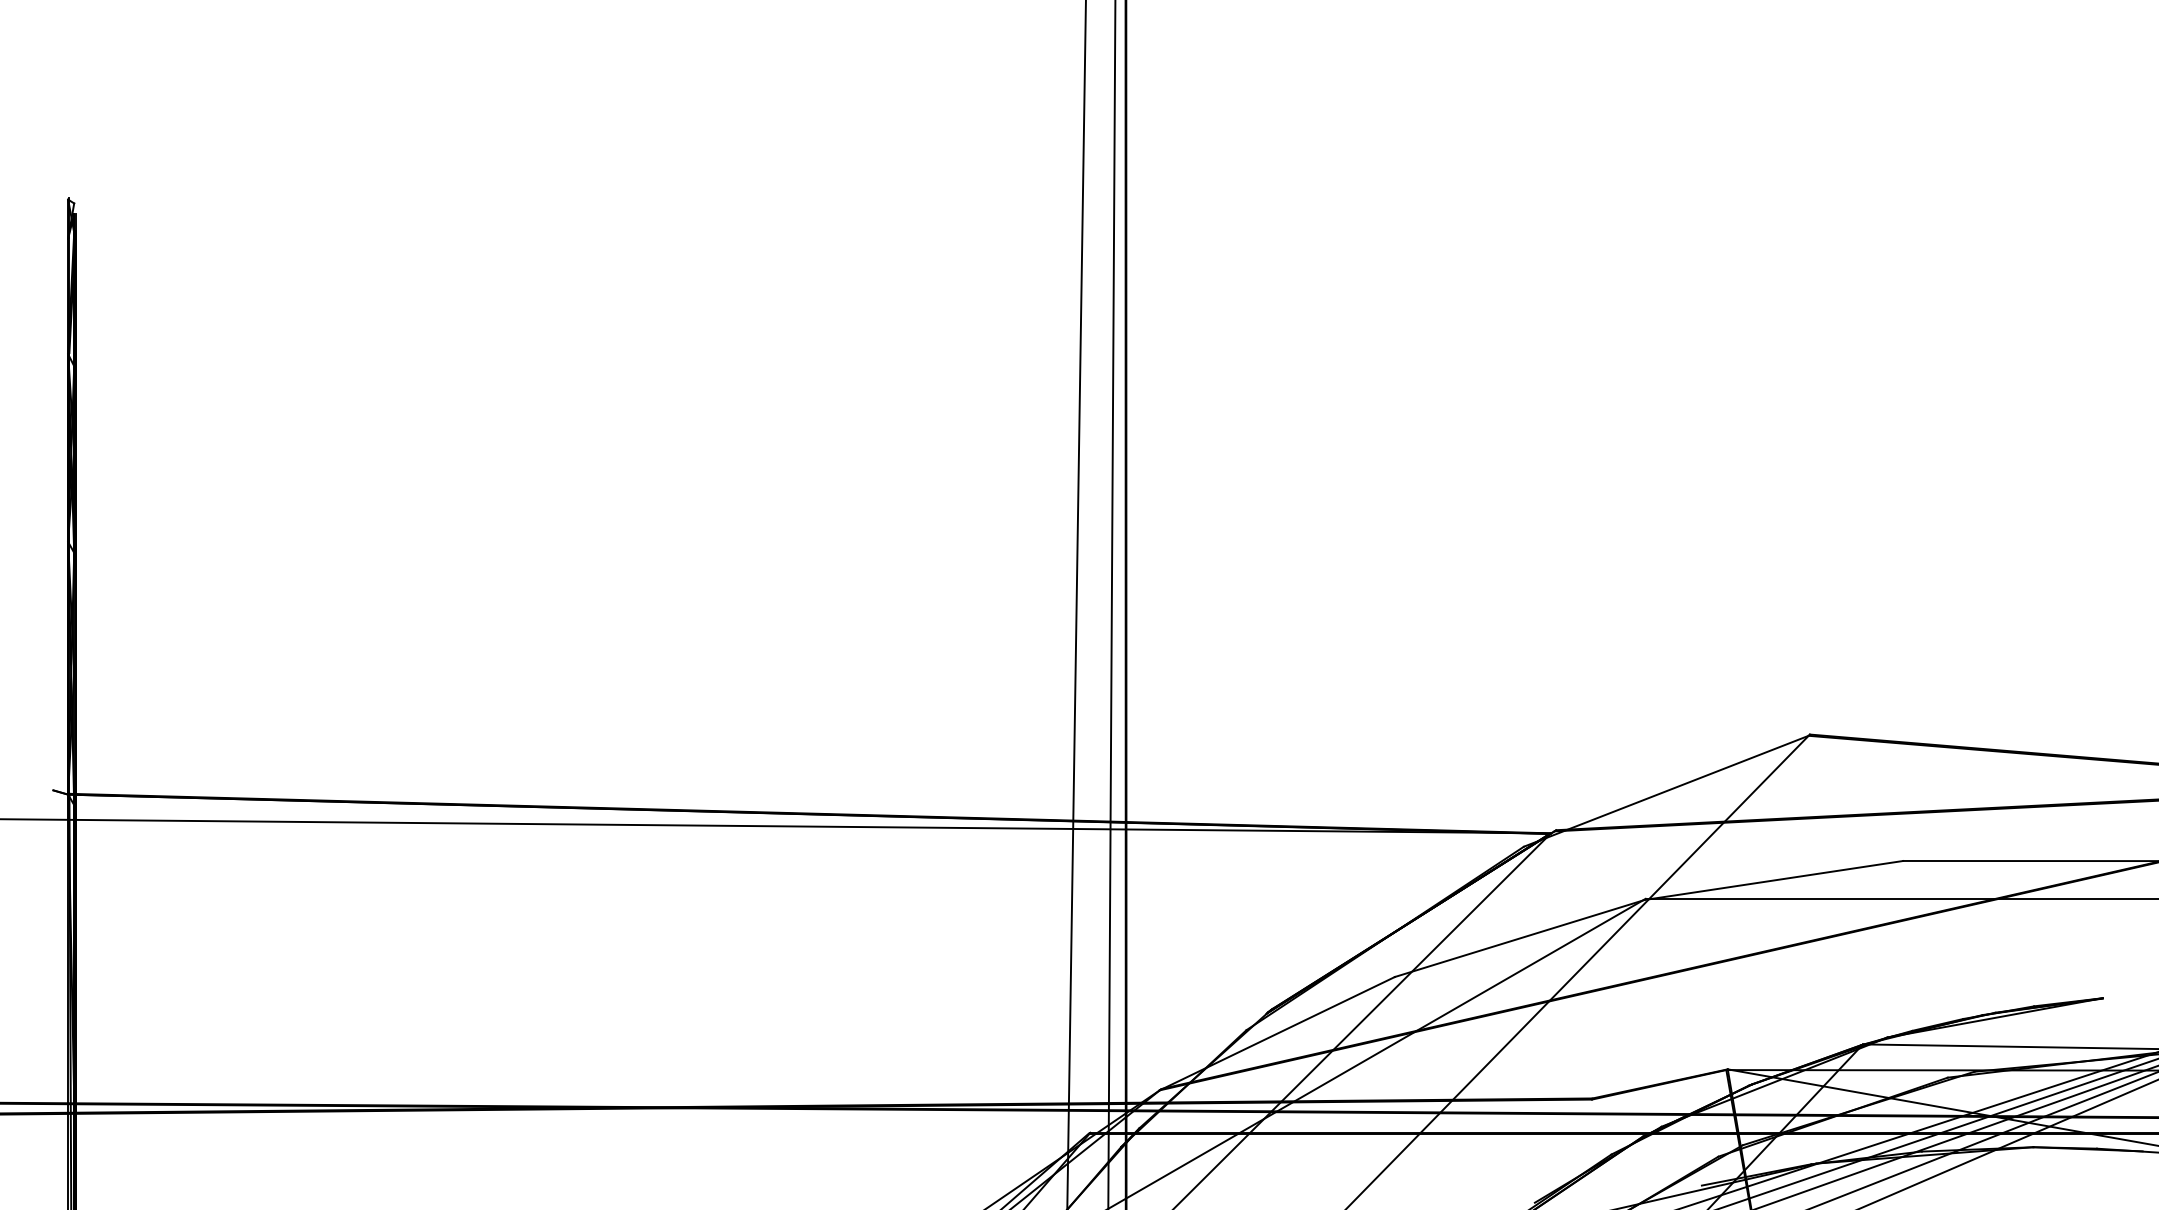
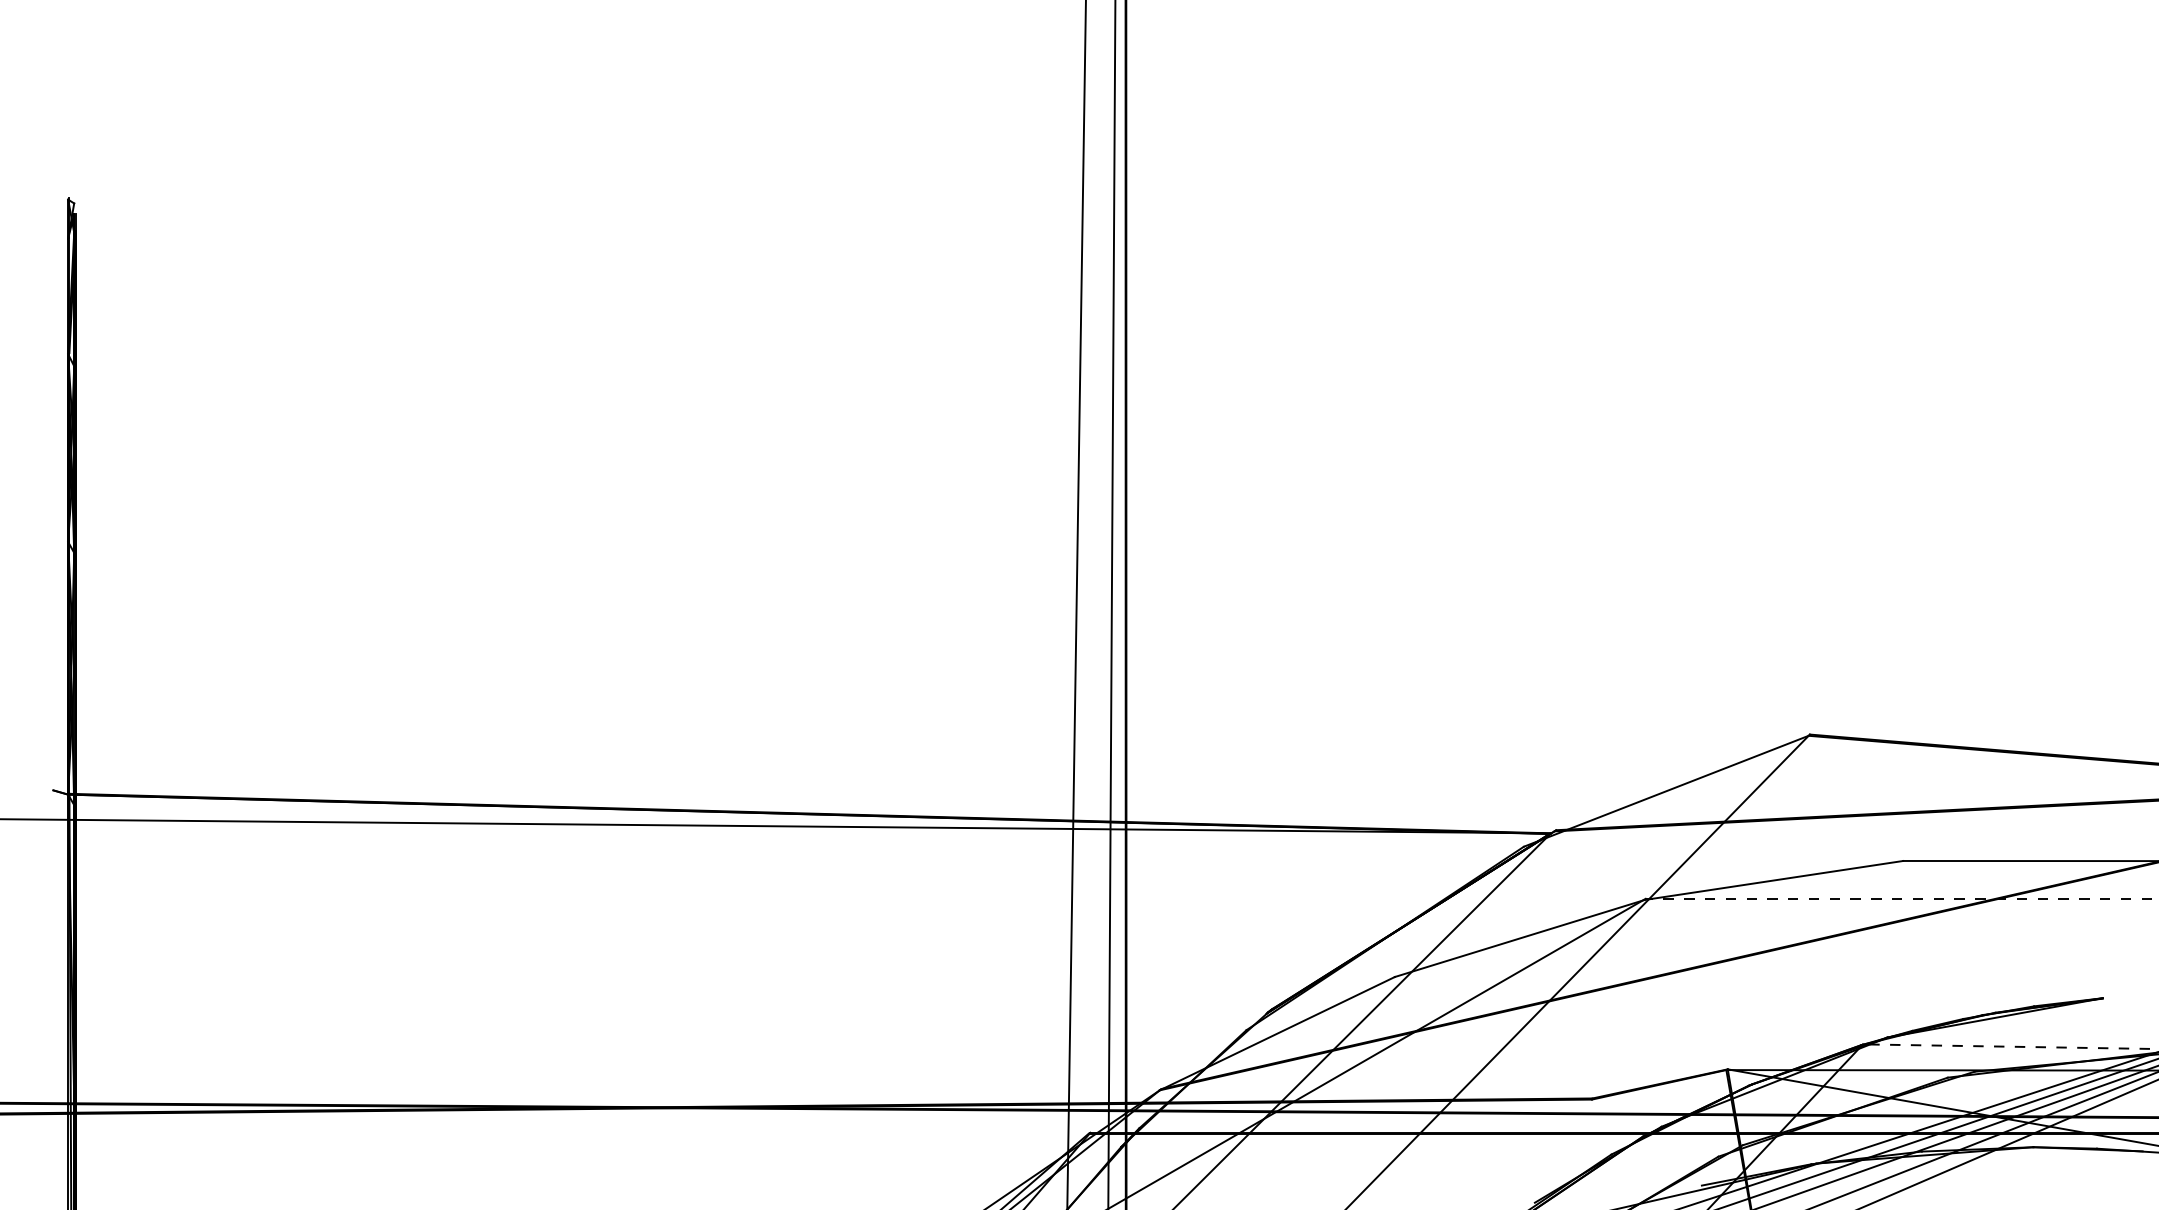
line at (1901, 898): solid -> dashed
line at (2010, 1046): solid -> dashed
